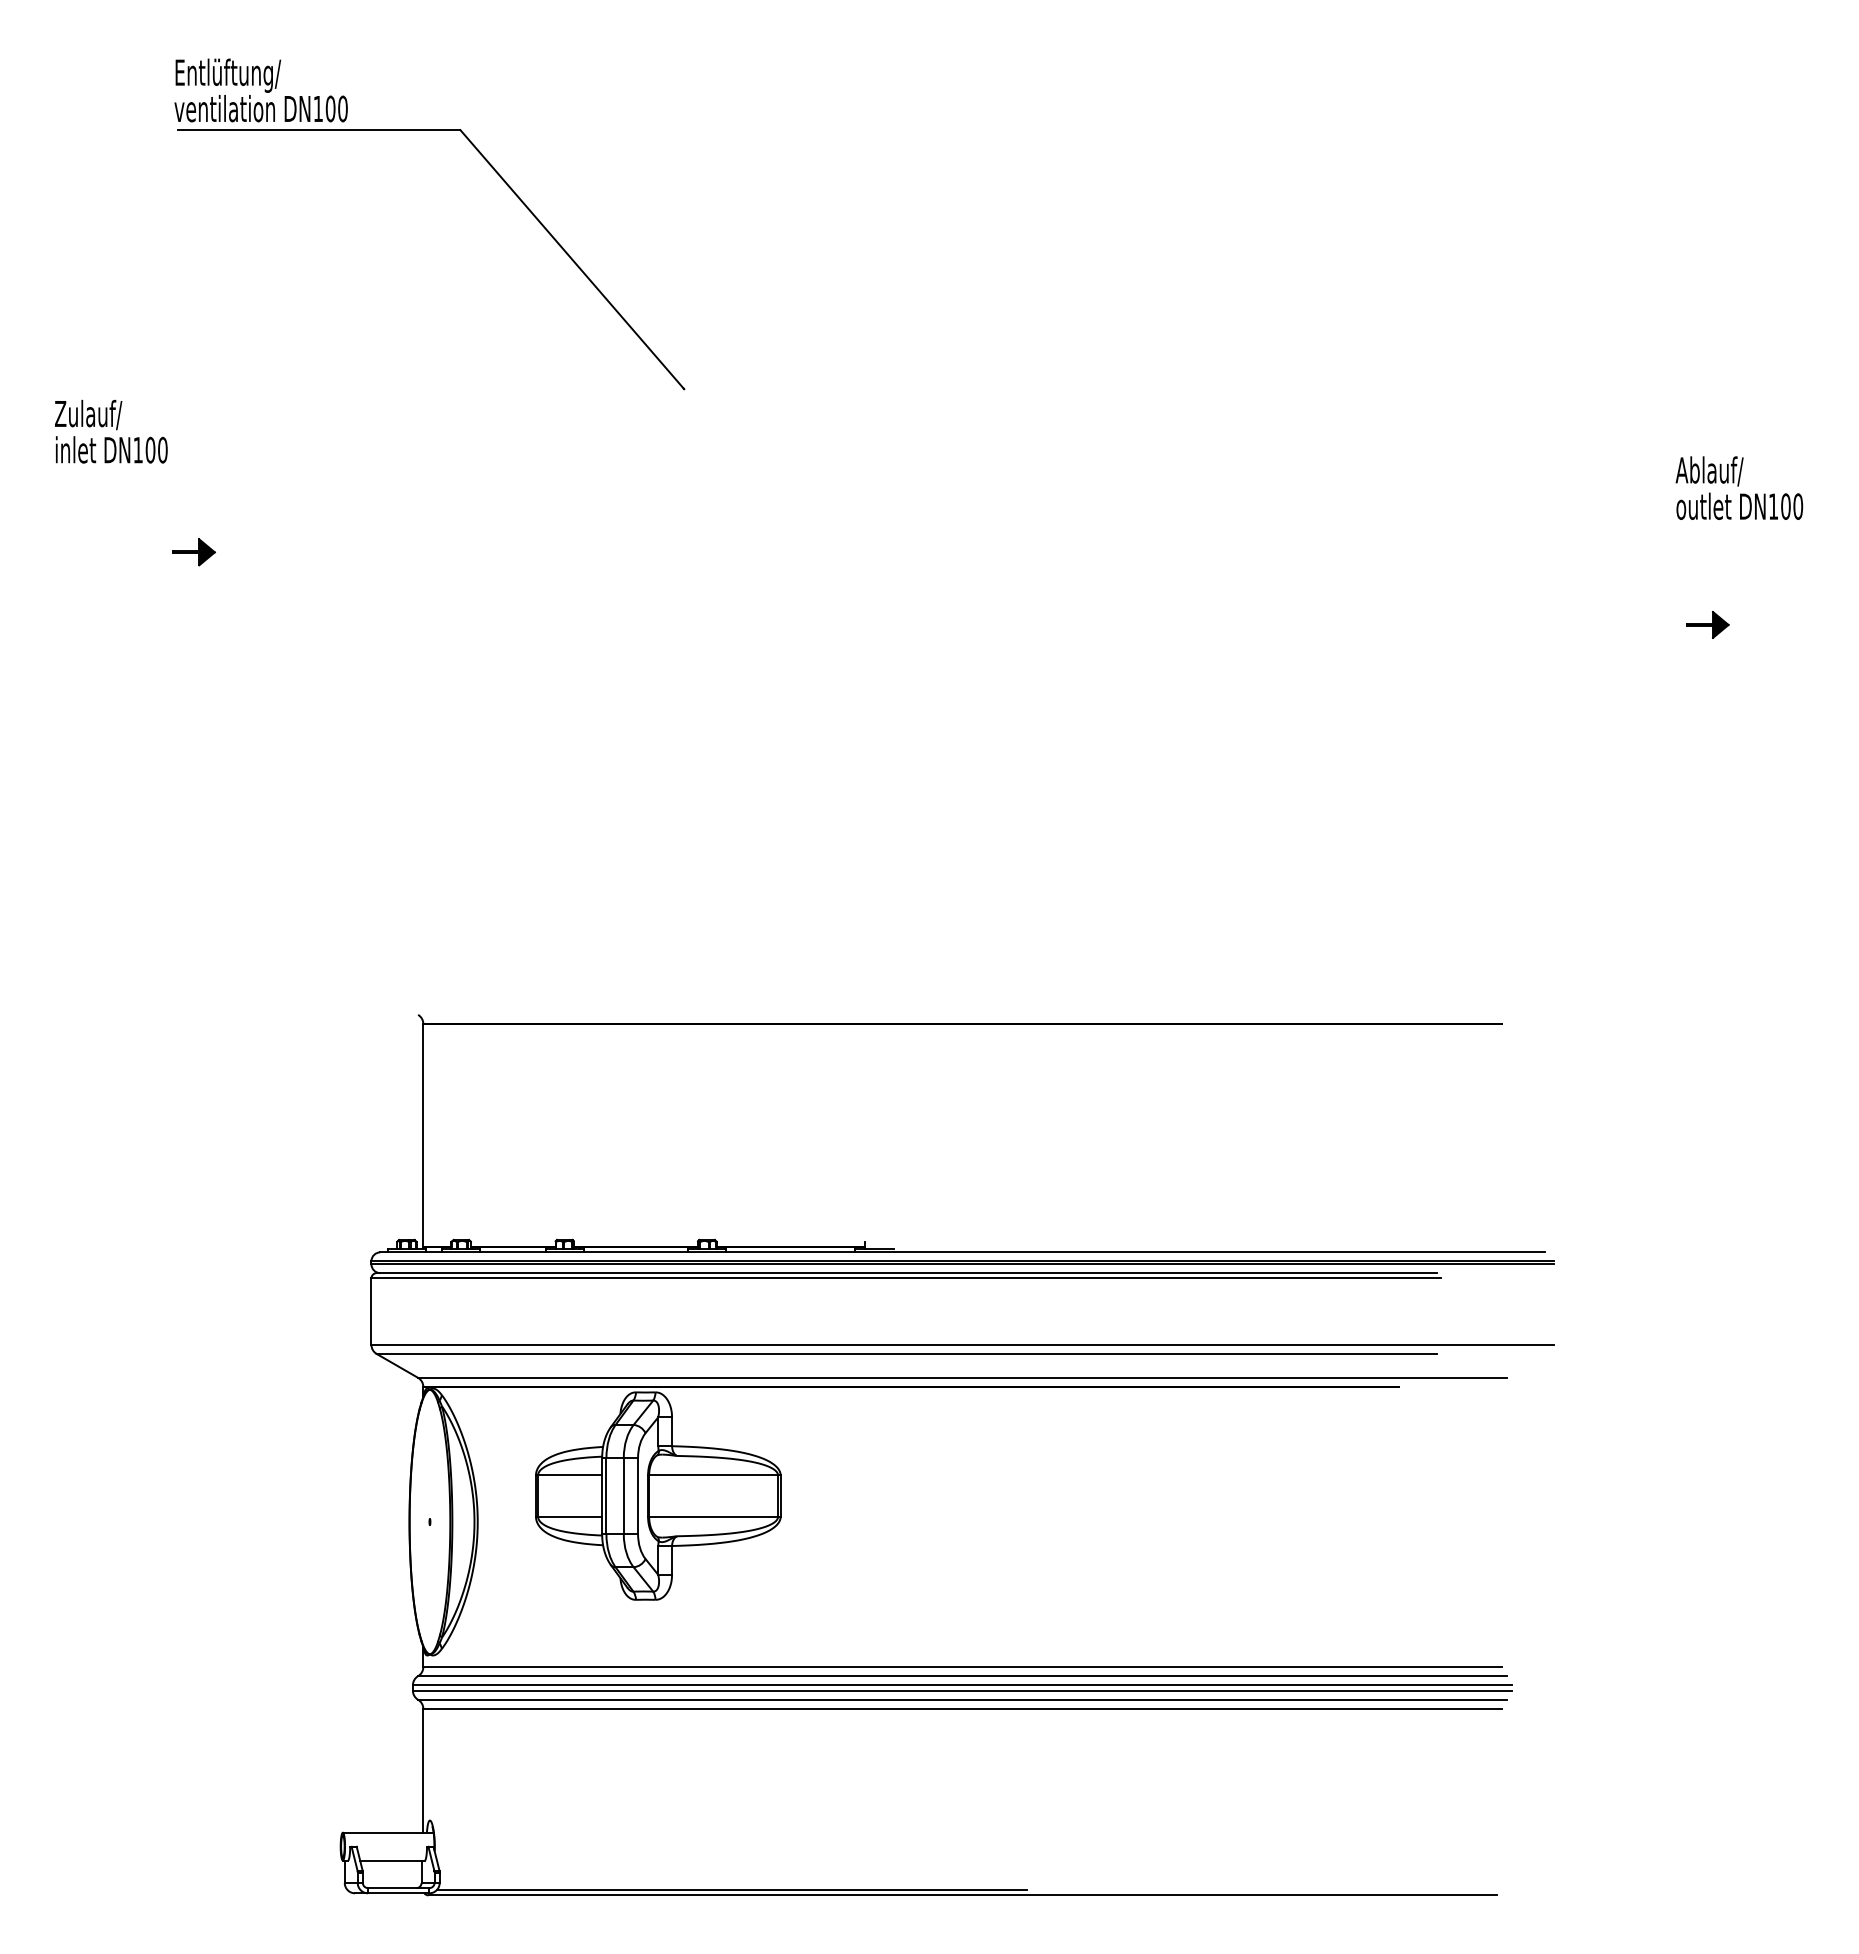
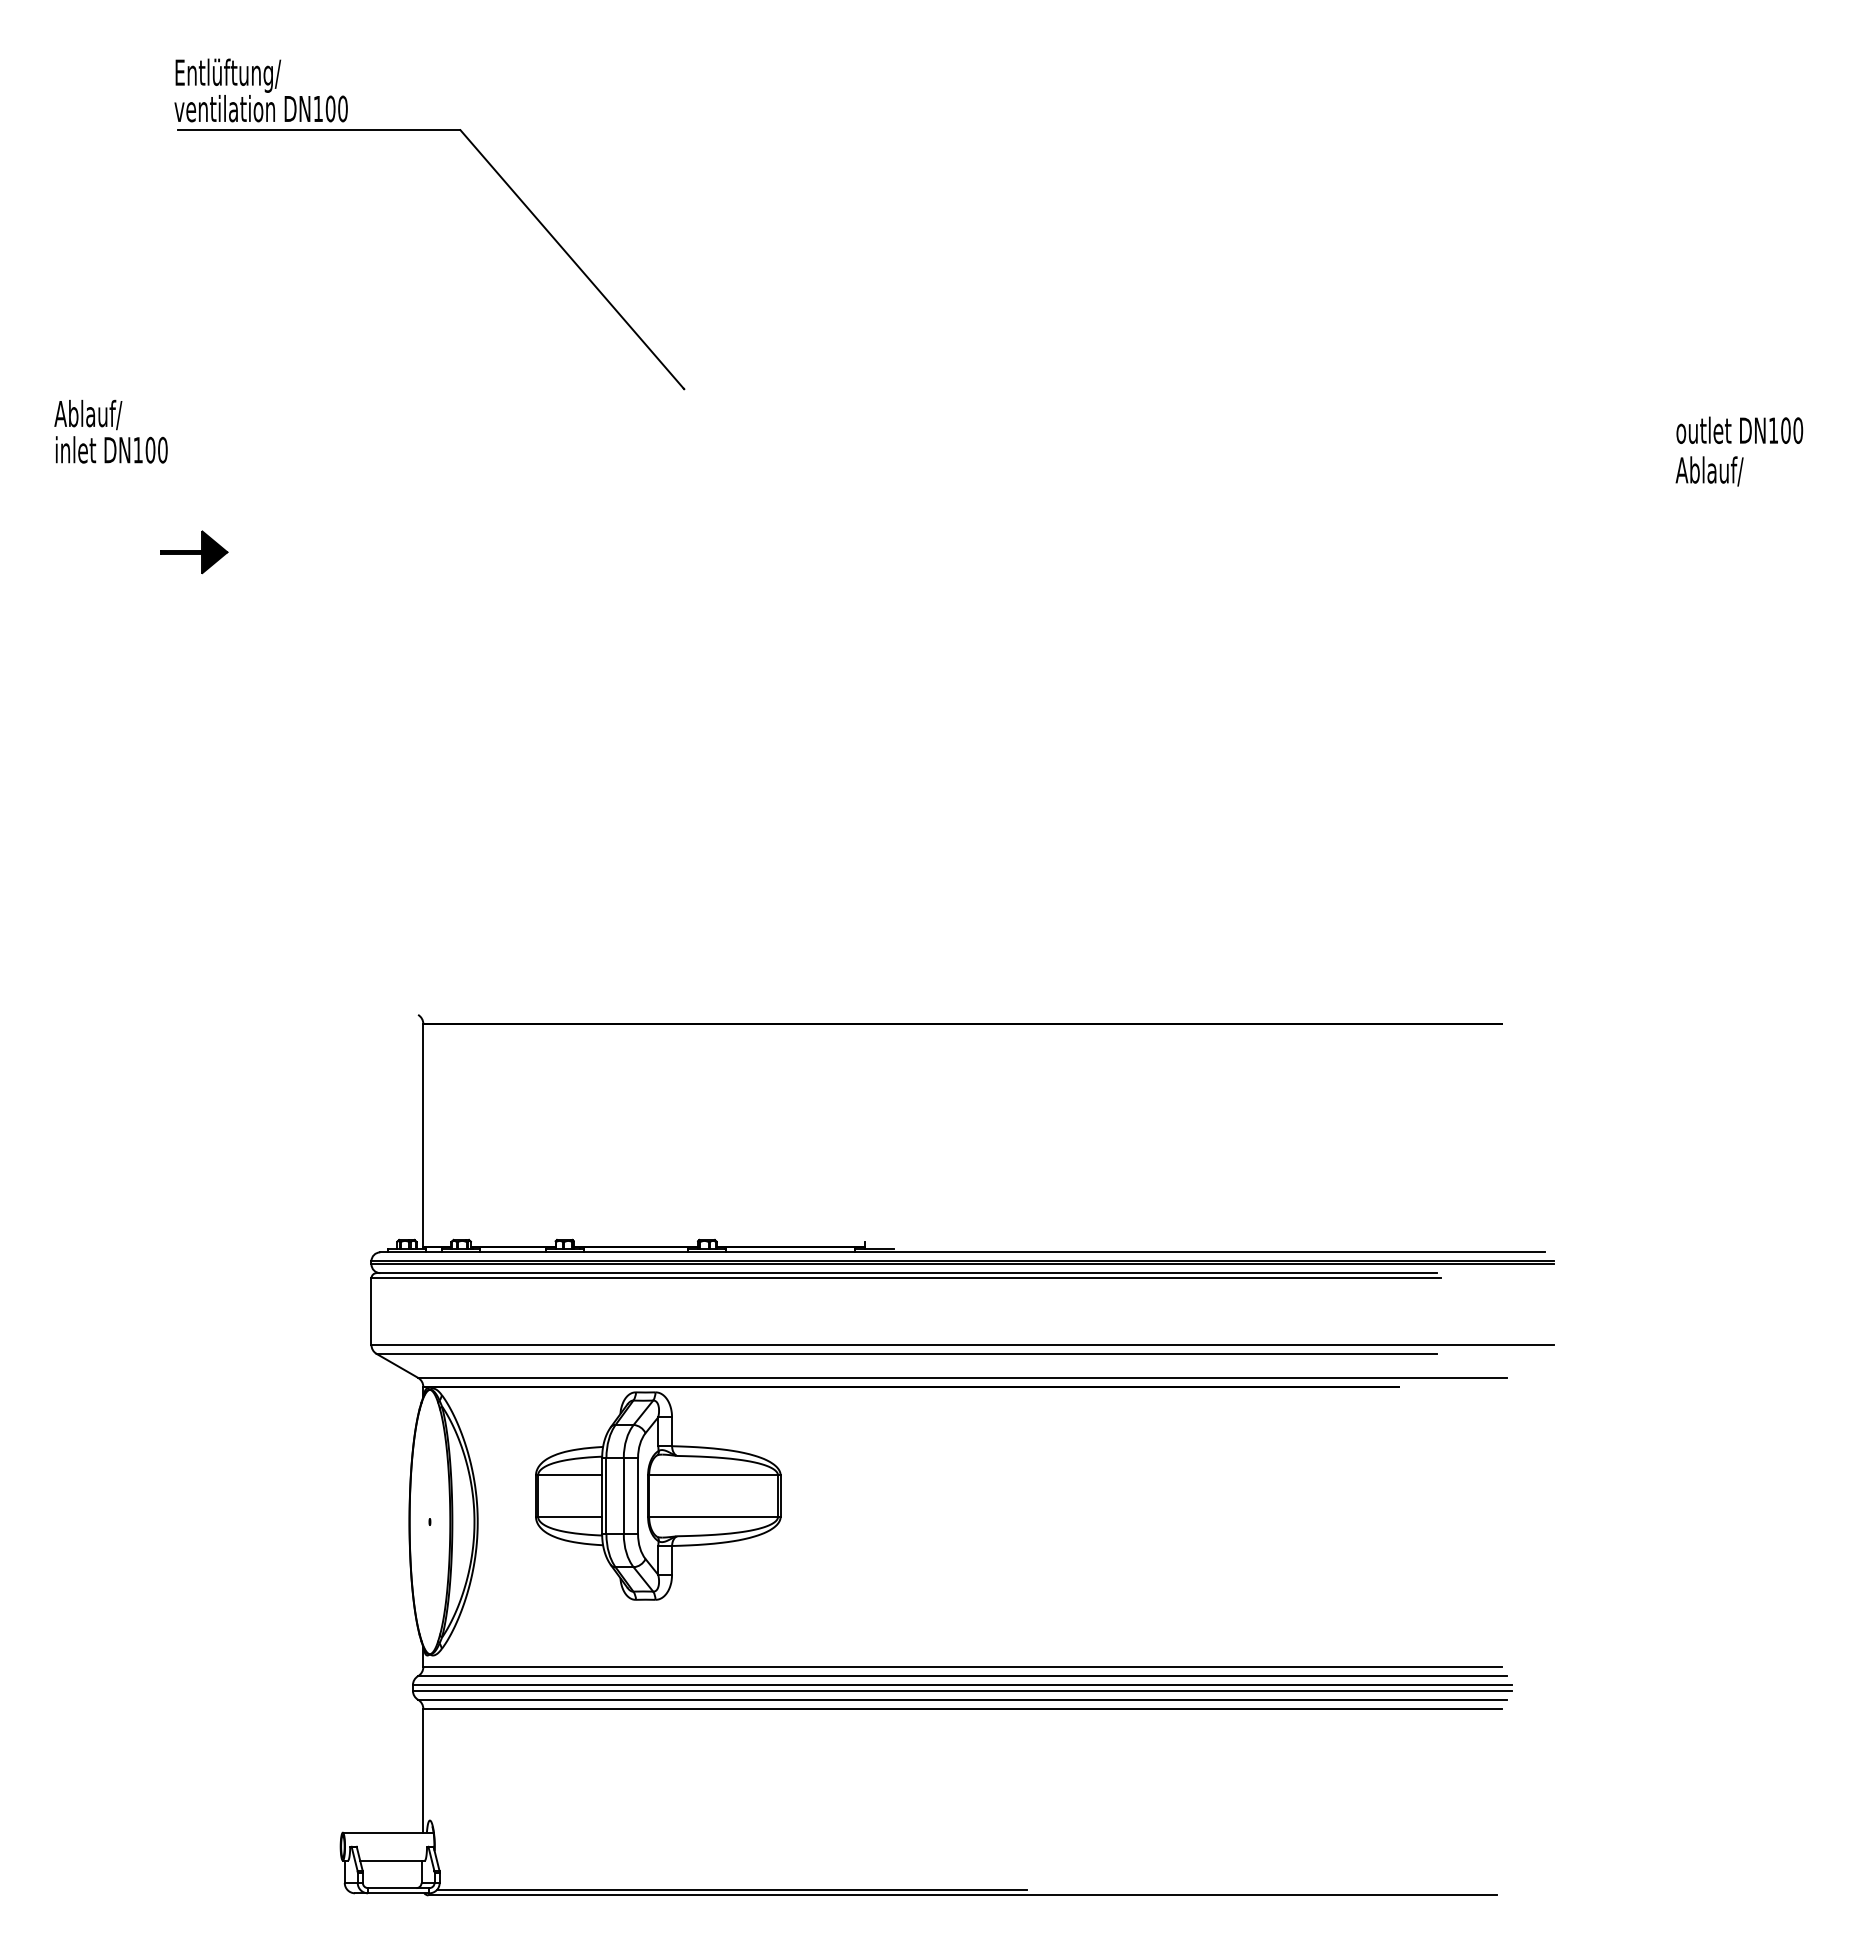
text at (66, 413): Zulauf/ -> Ablauf/
text at (1739, 505) position: (1739, 505) -> (1739, 429)
part at (193, 552) size: 44x29 px -> 69x45 px
part at (1707, 624): present -> none
